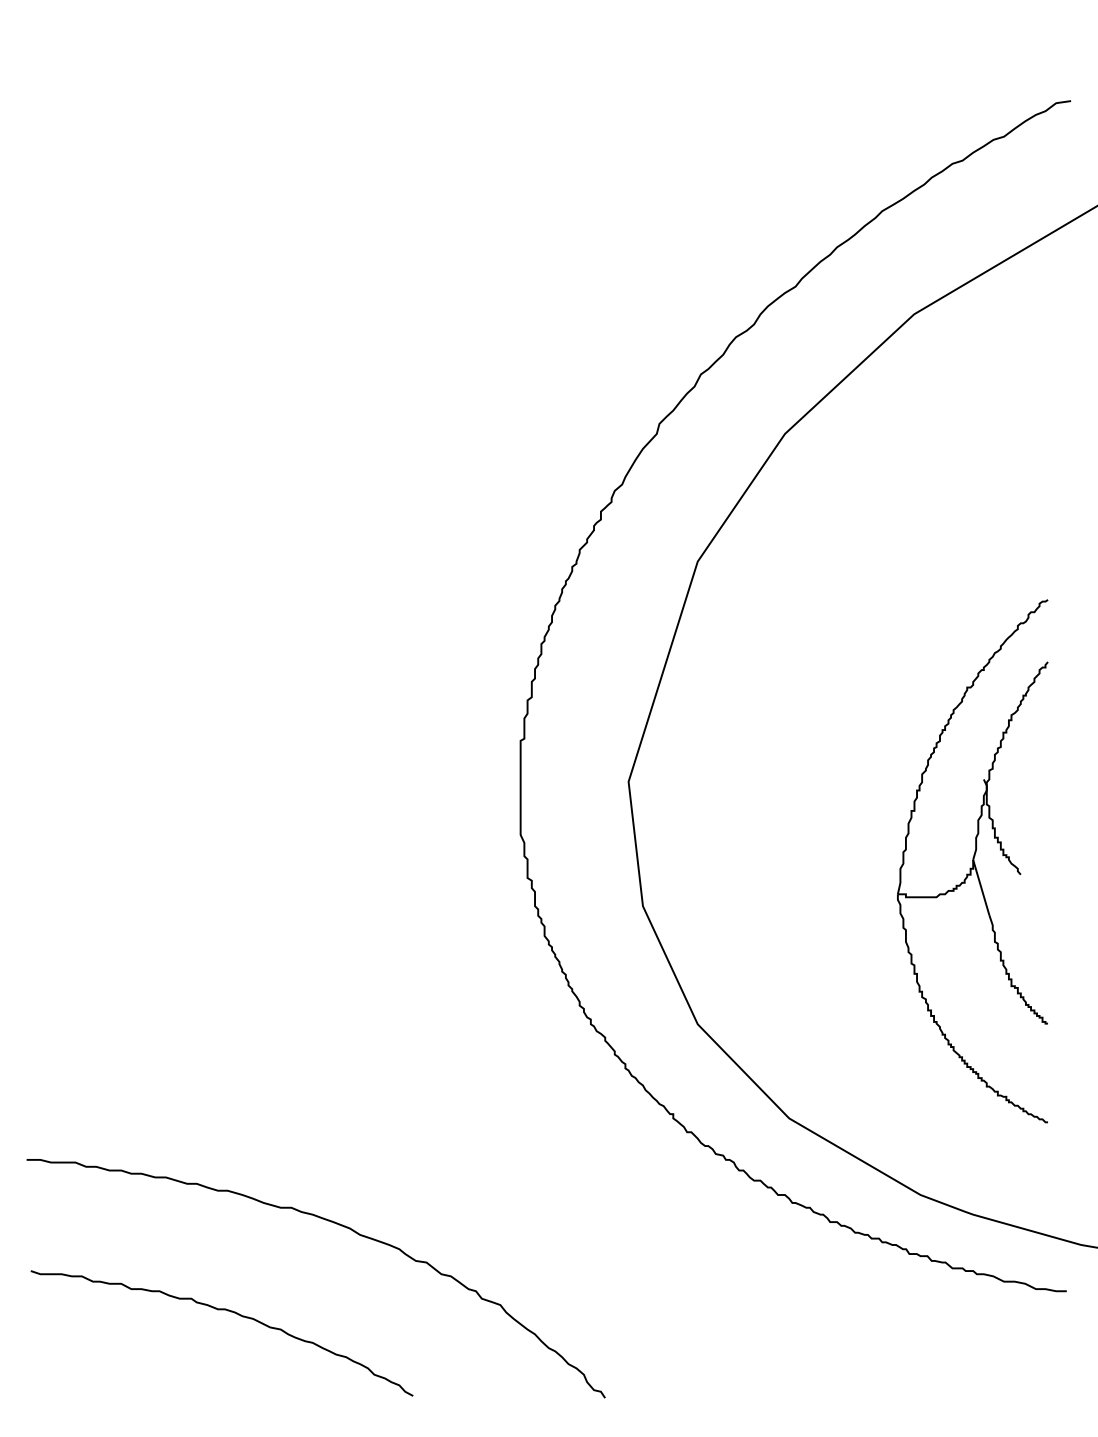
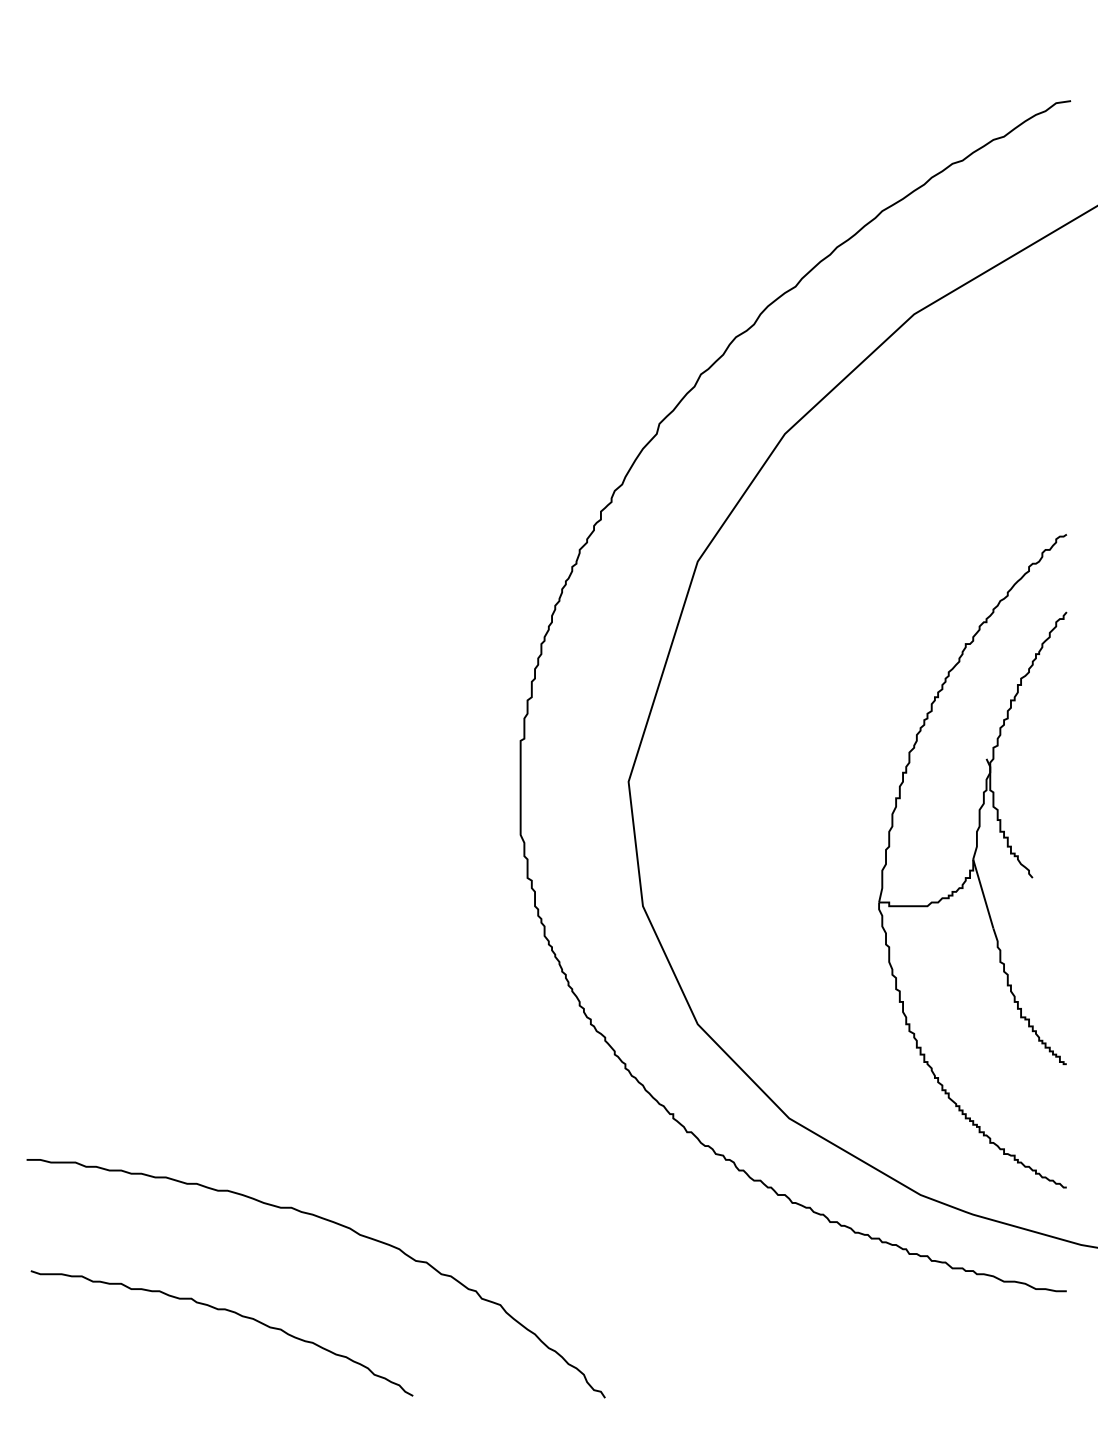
part at (972, 861) size: 152x525 px -> 190x655 px
